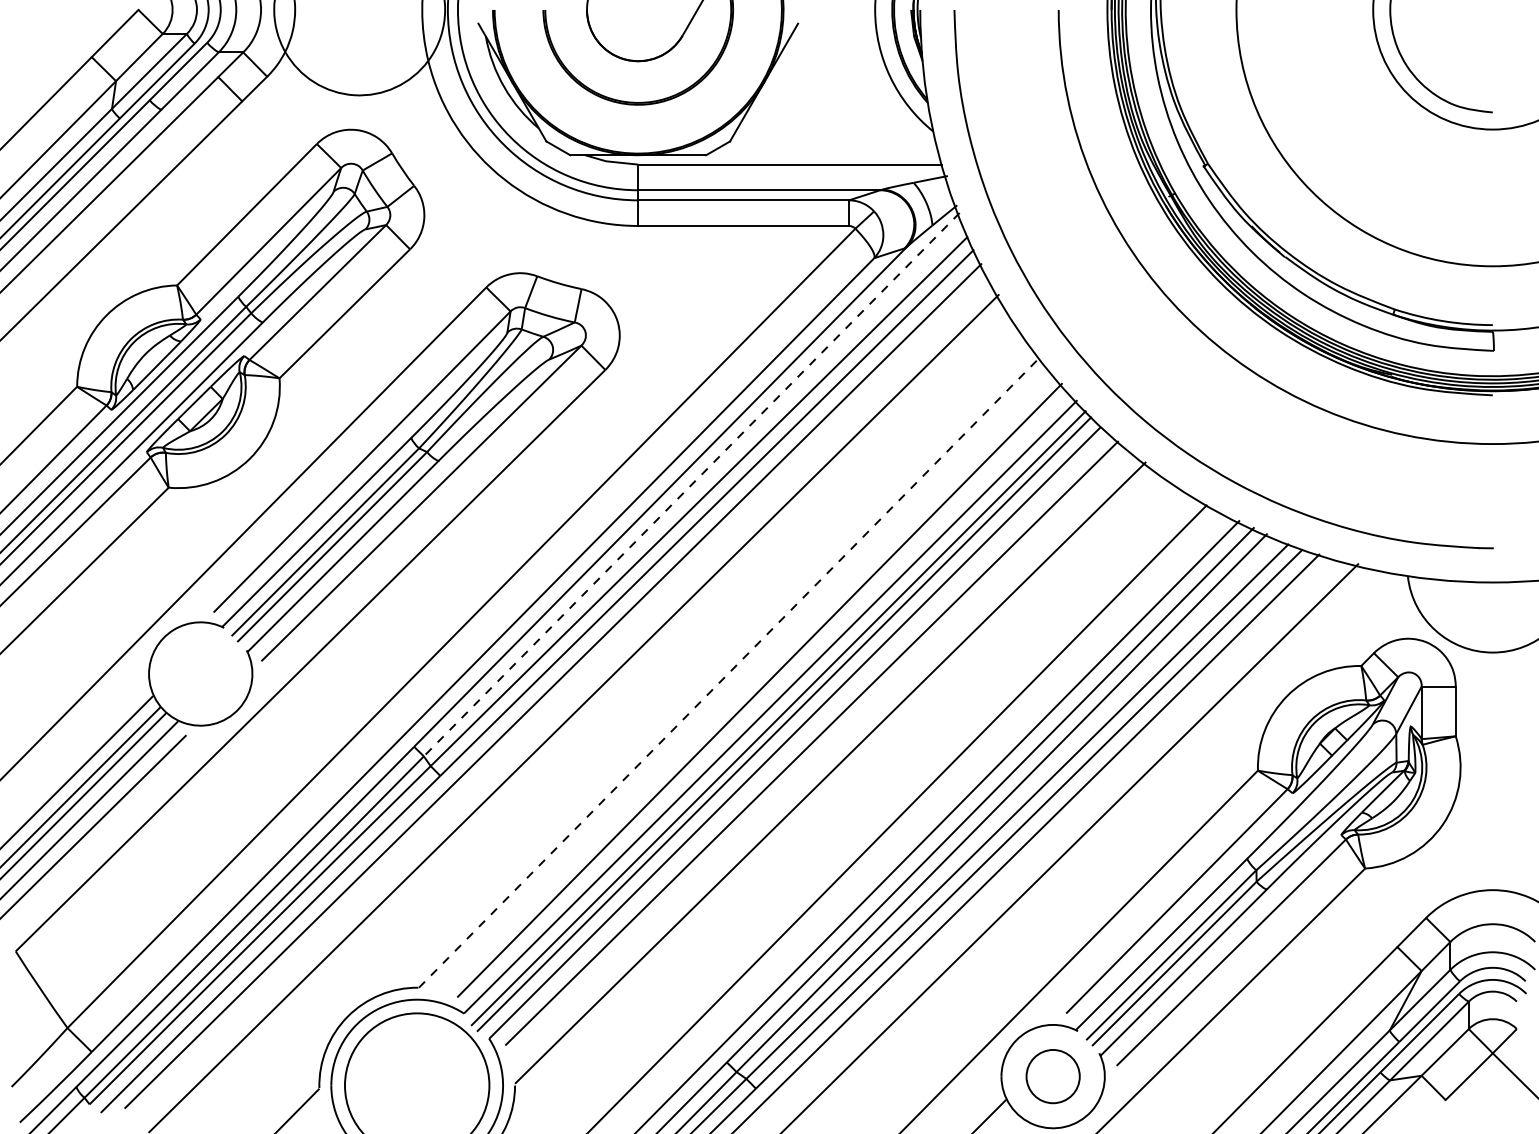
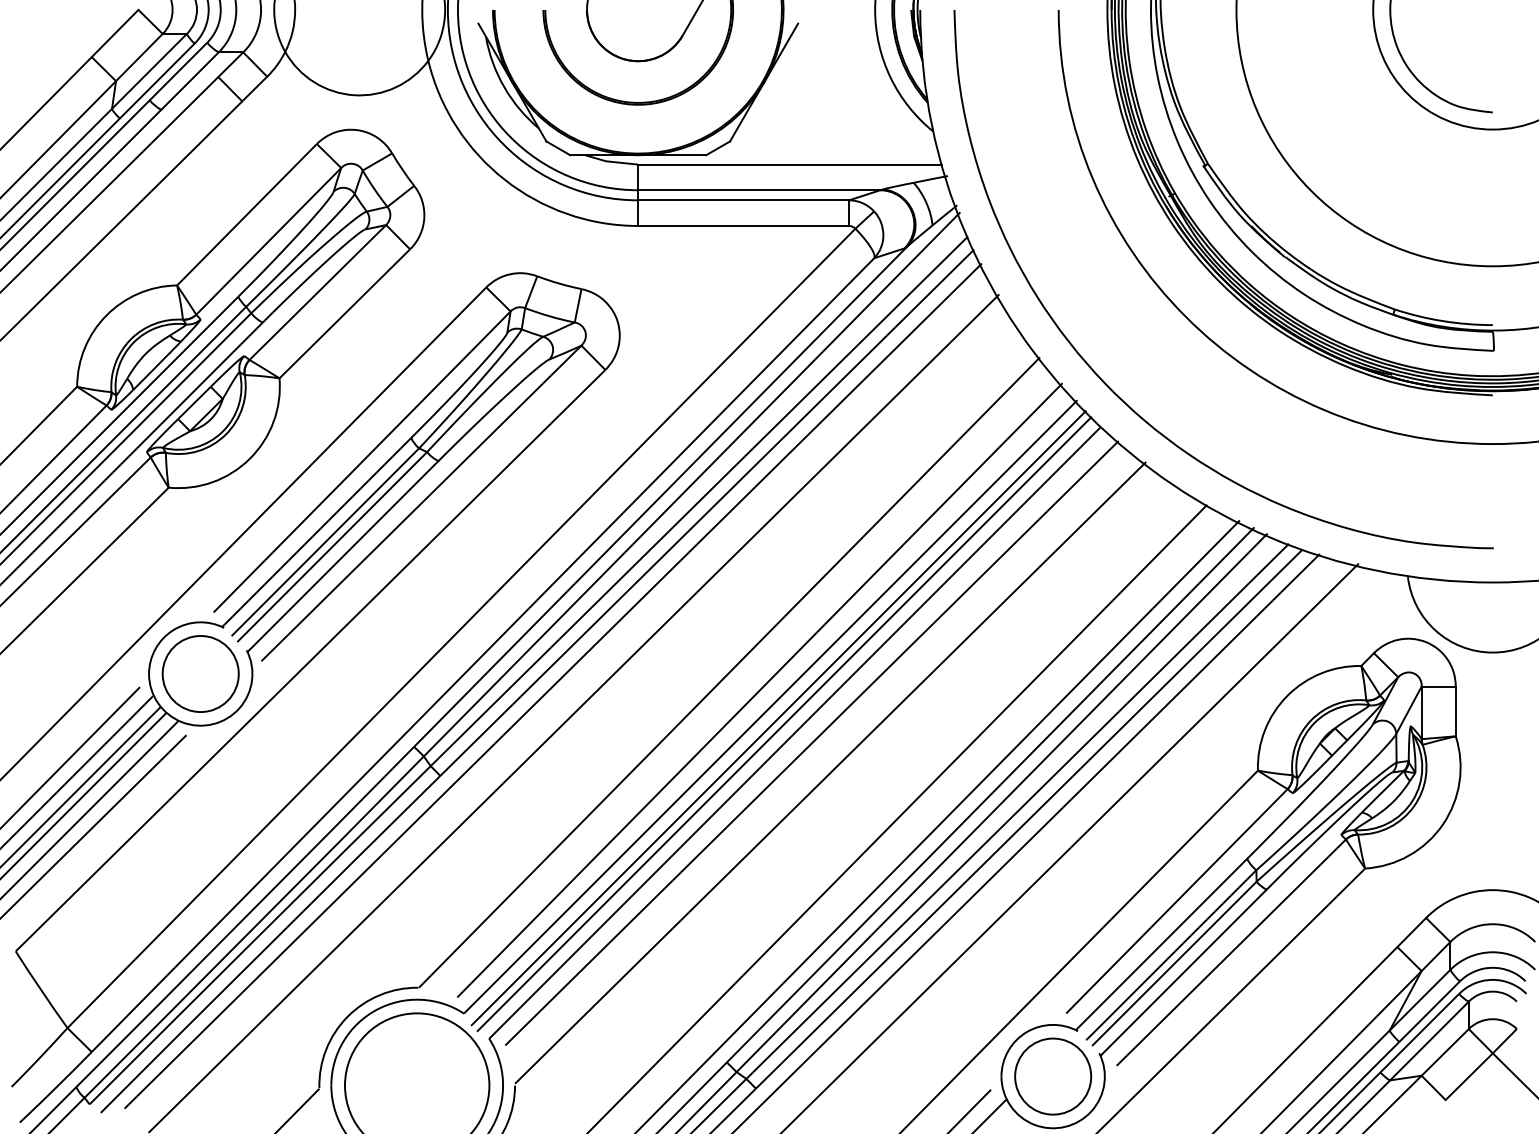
line at (691, 484): dashed -> solid
line at (729, 672): dashed -> solid
circle at (200, 673): none -> present
line at (70, 756): none -> present
circle at (1052, 1076) diameter: 53 px -> 76 px
line at (970, 1110): none -> present
